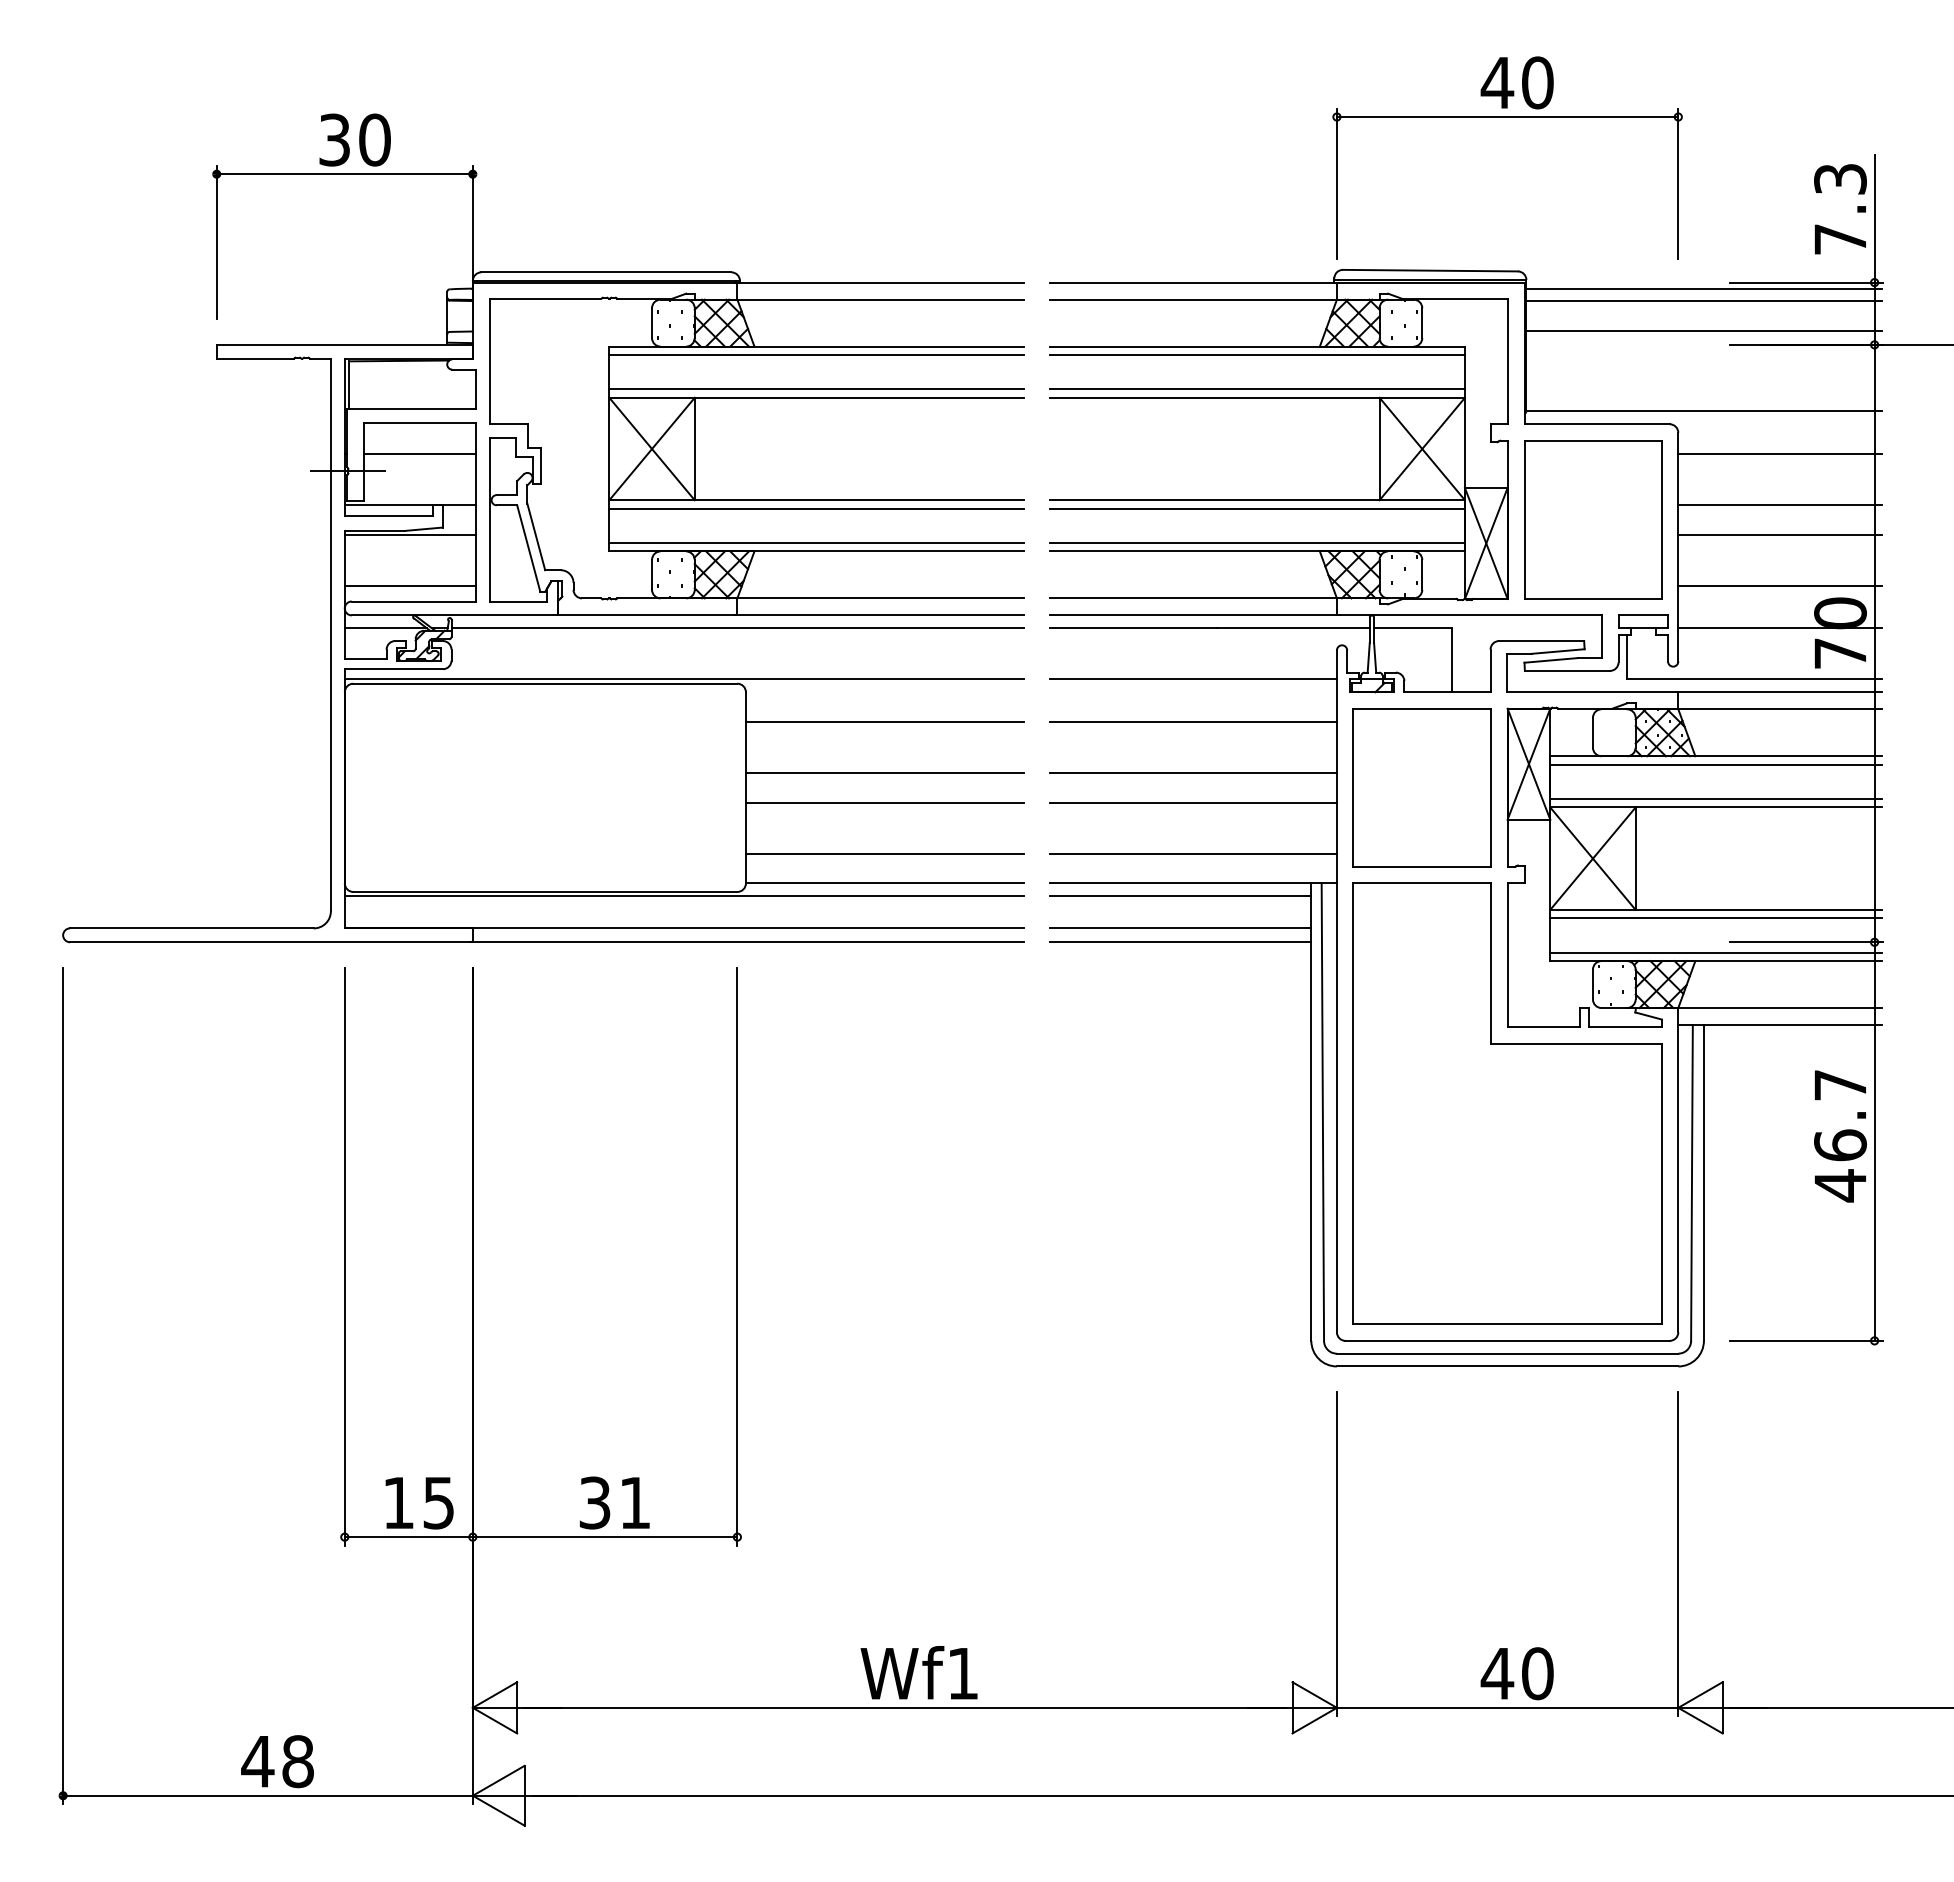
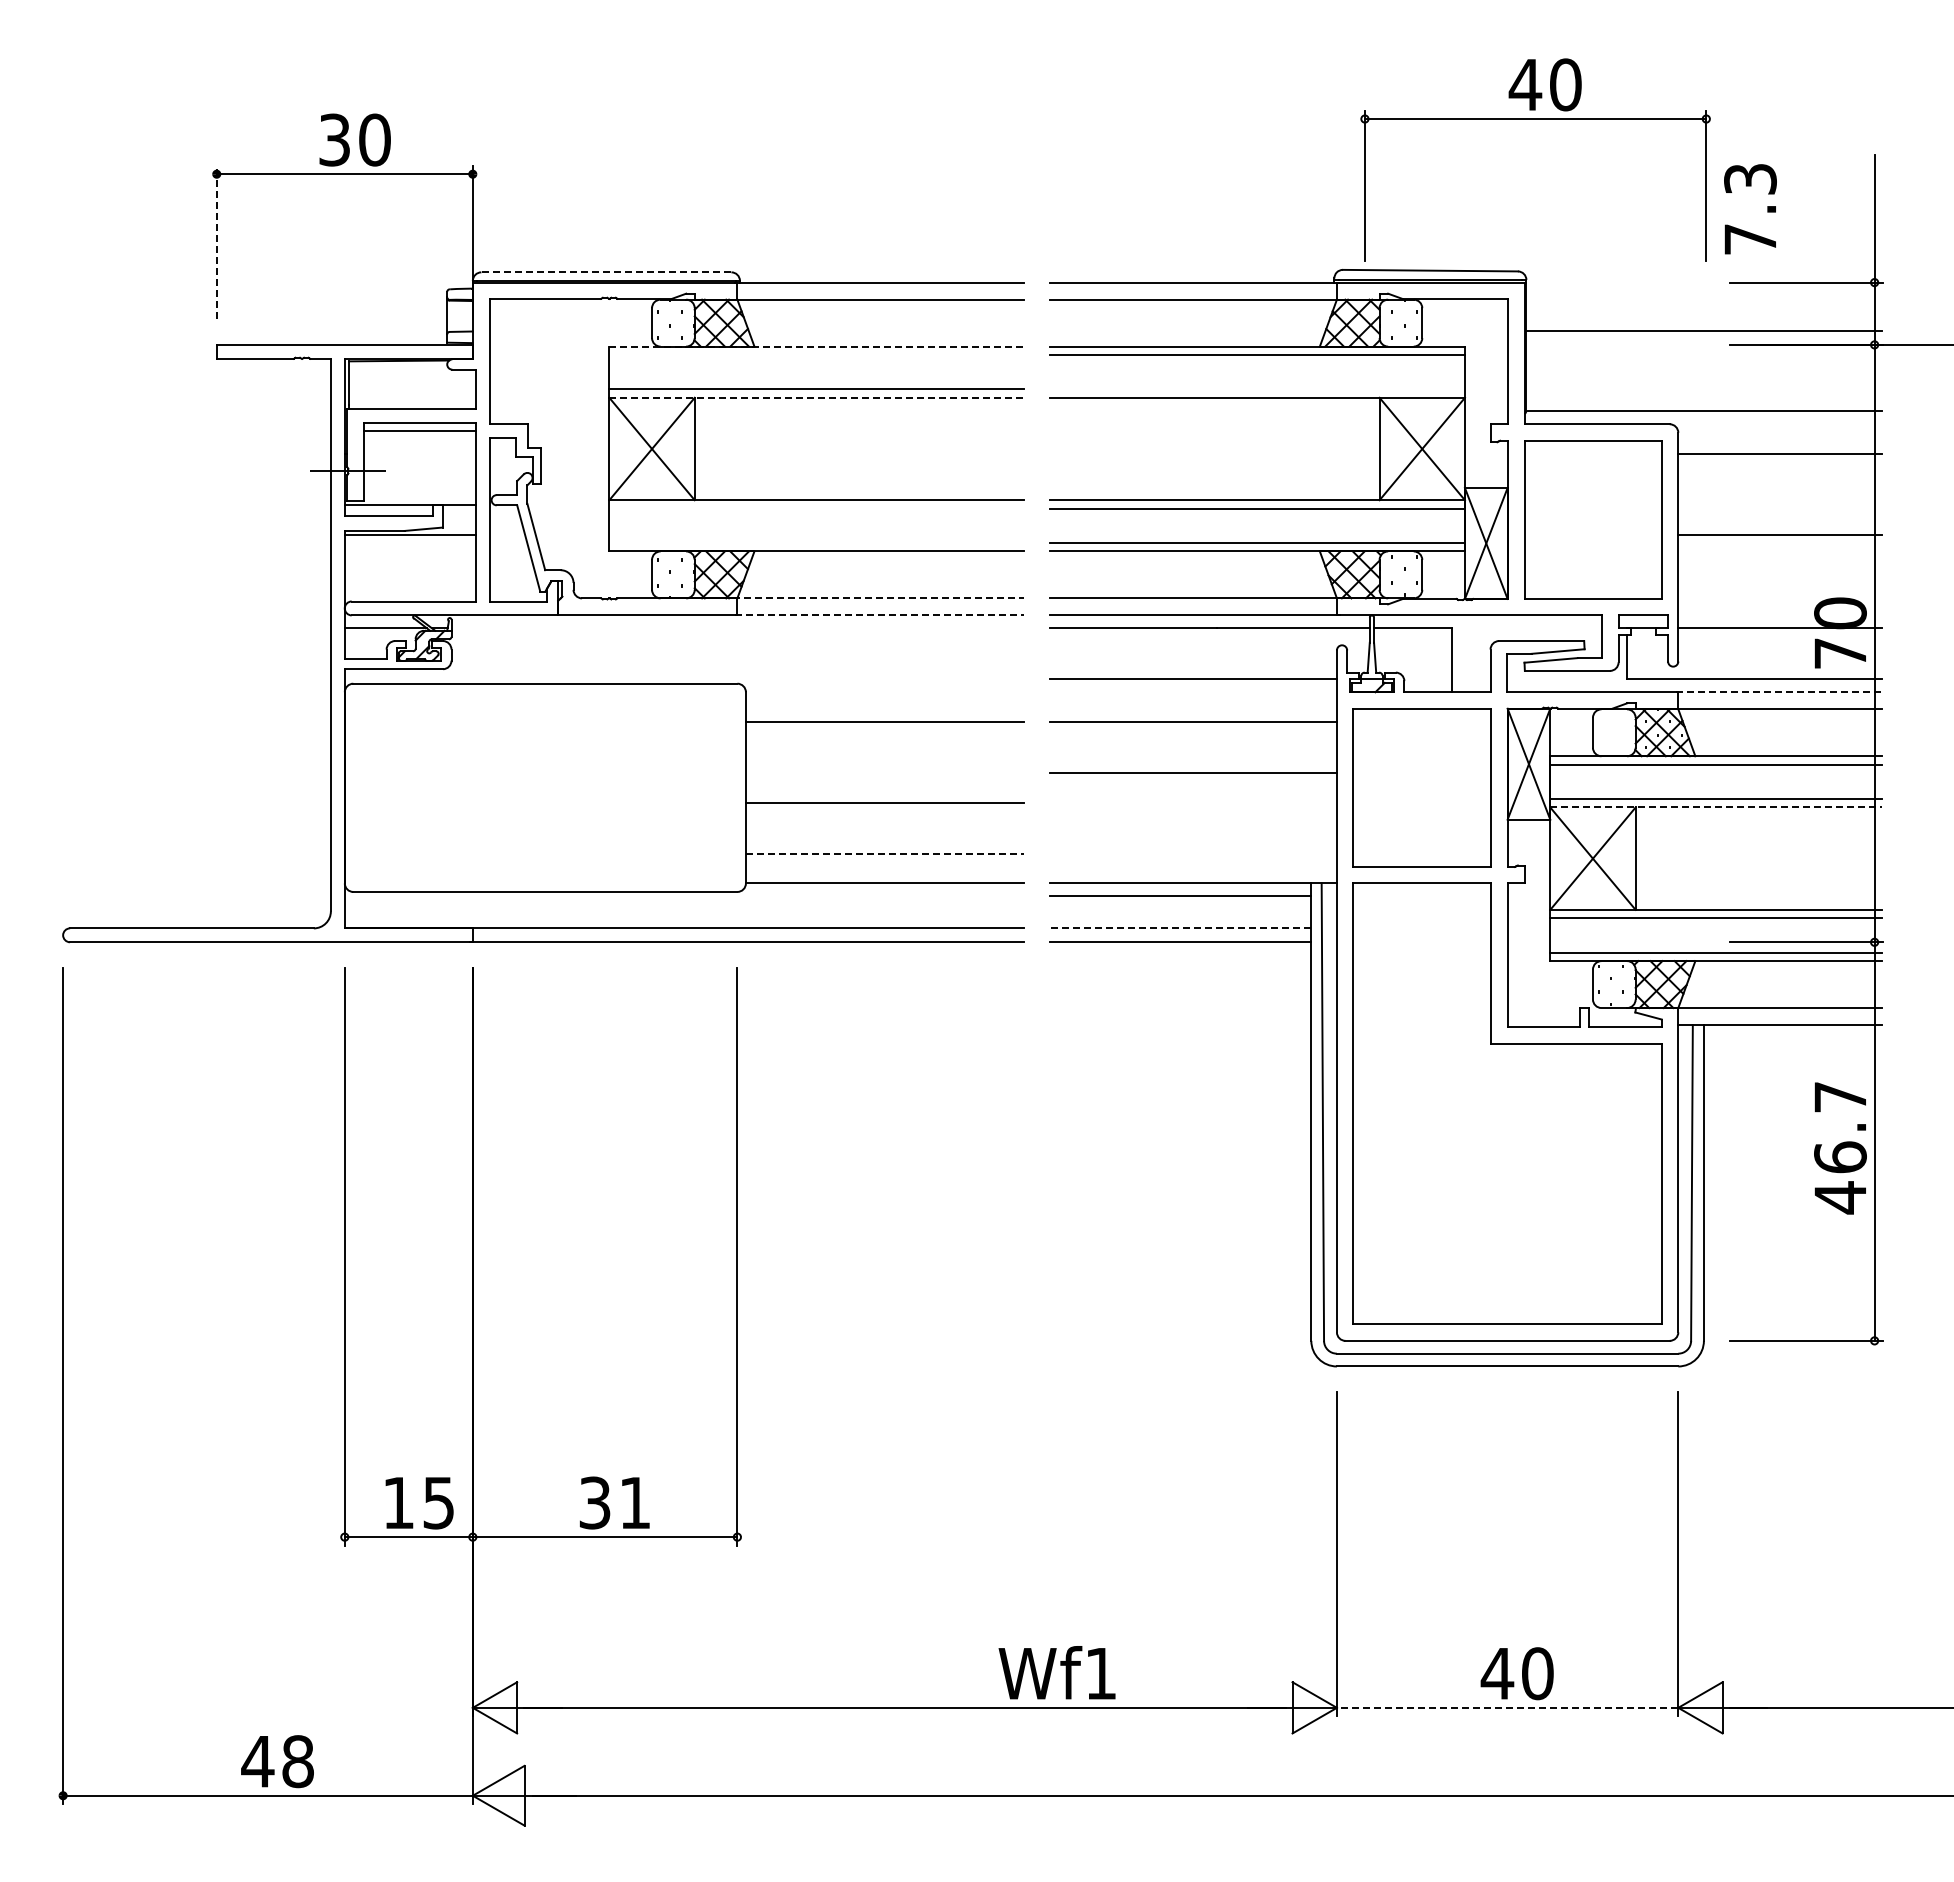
part at (1507, 117) position: (1507, 117) -> (1535, 119)
text at (1840, 209) position: (1840, 209) -> (1750, 209)
line at (216, 242): solid -> dashed
line at (605, 272): solid -> dashed
line at (1704, 289): present -> none
line at (1704, 301): present -> none
line at (817, 346): solid -> dashed
line at (816, 355): present -> none
line at (1256, 389): present -> none
line at (817, 397): solid -> dashed
line at (419, 454) position: (419, 454) -> (419, 431)
line at (1780, 504): present -> none
line at (816, 508): present -> none
line at (816, 542): present -> none
line at (409, 585): present -> none
line at (1780, 585): present -> none
line at (879, 598): solid -> dashed
line at (879, 615): solid -> dashed
line at (737, 628): present -> none
line at (684, 679): present -> none
line at (1779, 692): solid -> dashed
line at (884, 772): present -> none
line at (1192, 802): present -> none
line at (1716, 807): solid -> dashed
line at (885, 853): solid -> dashed
line at (1192, 853): present -> none
line at (684, 896): present -> none
line at (1180, 928): solid -> dashed
text at (1840, 1136) position: (1840, 1136) -> (1840, 1148)
text at (918, 1672) position: (918, 1672) -> (1056, 1672)
line at (1507, 1707): solid -> dashed
